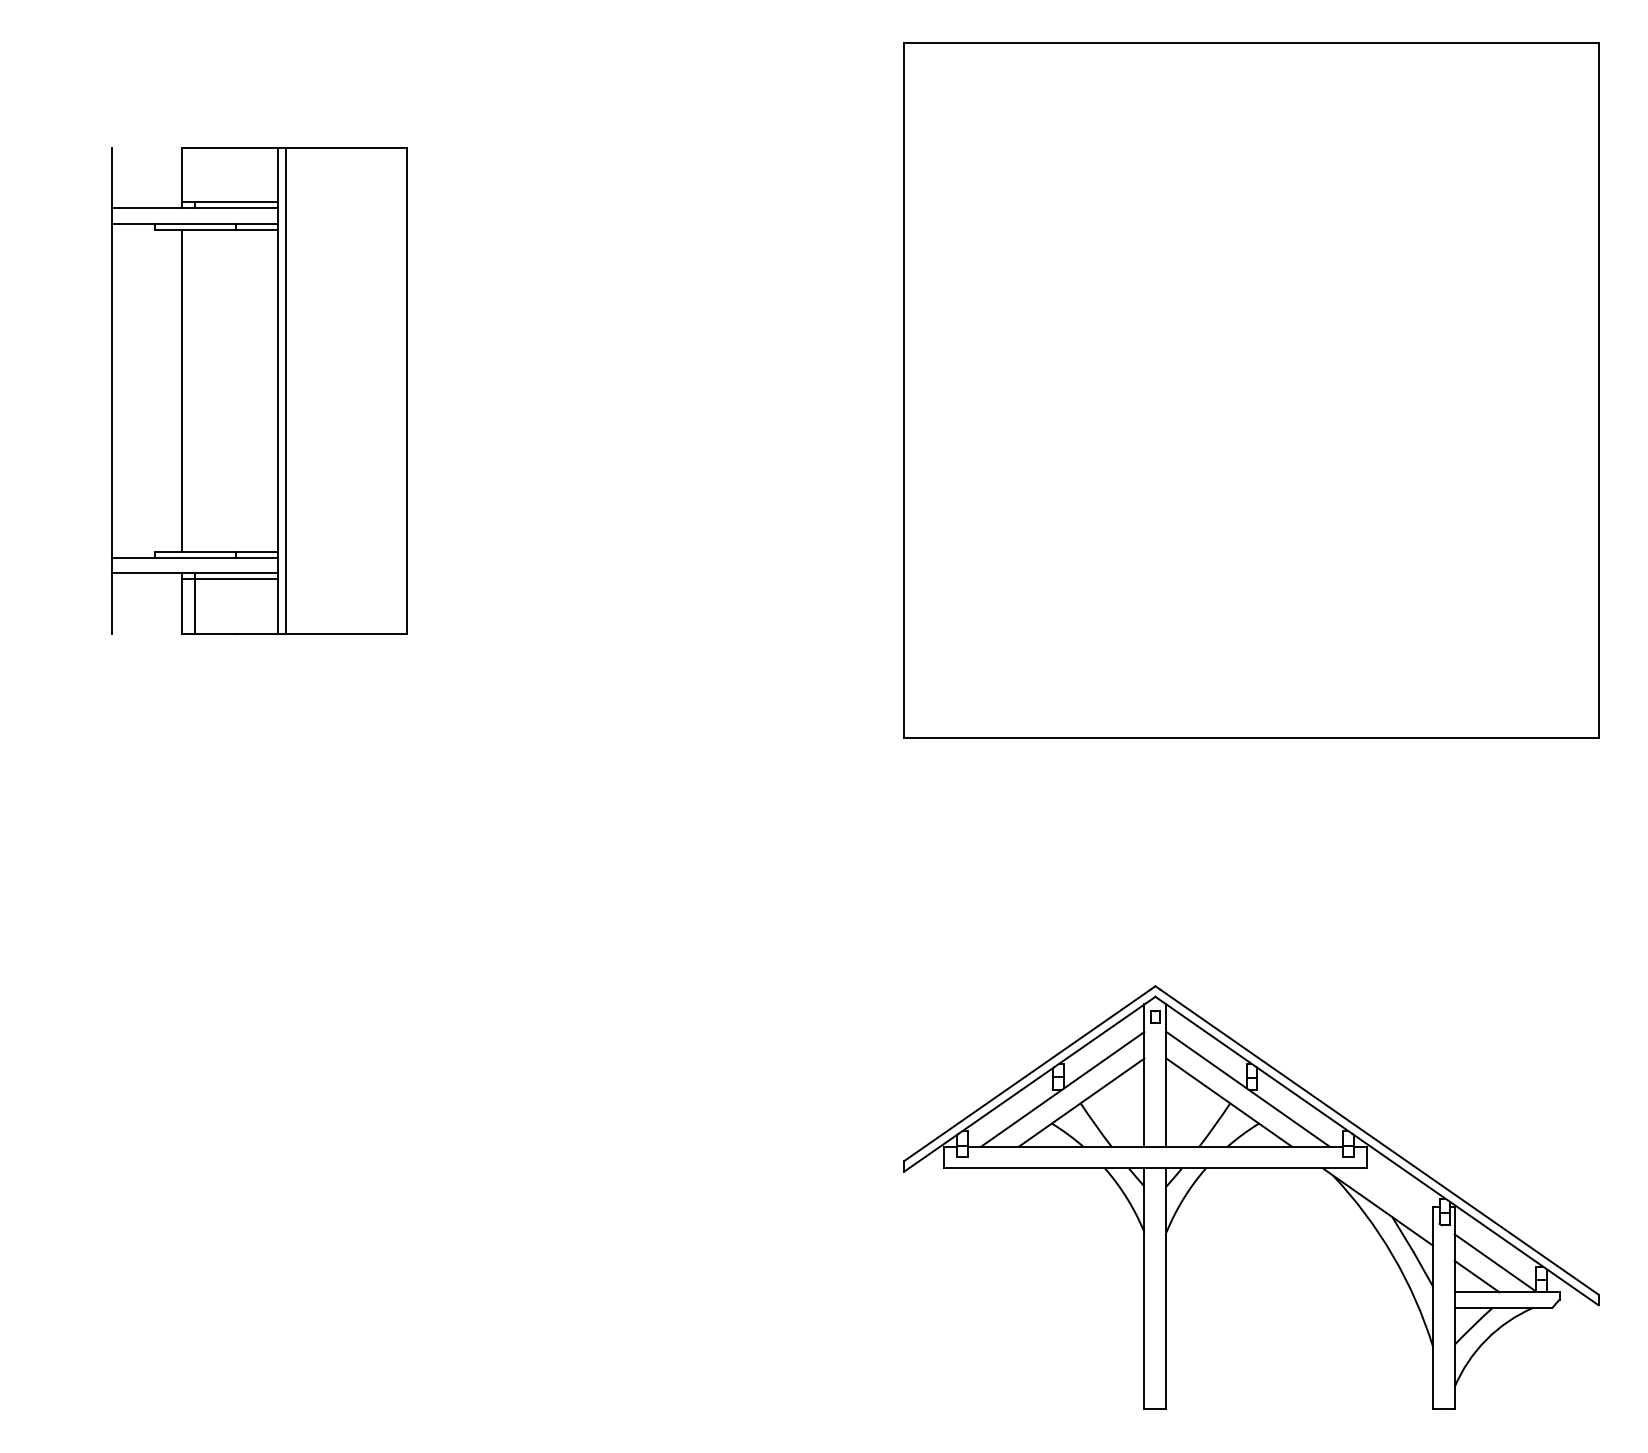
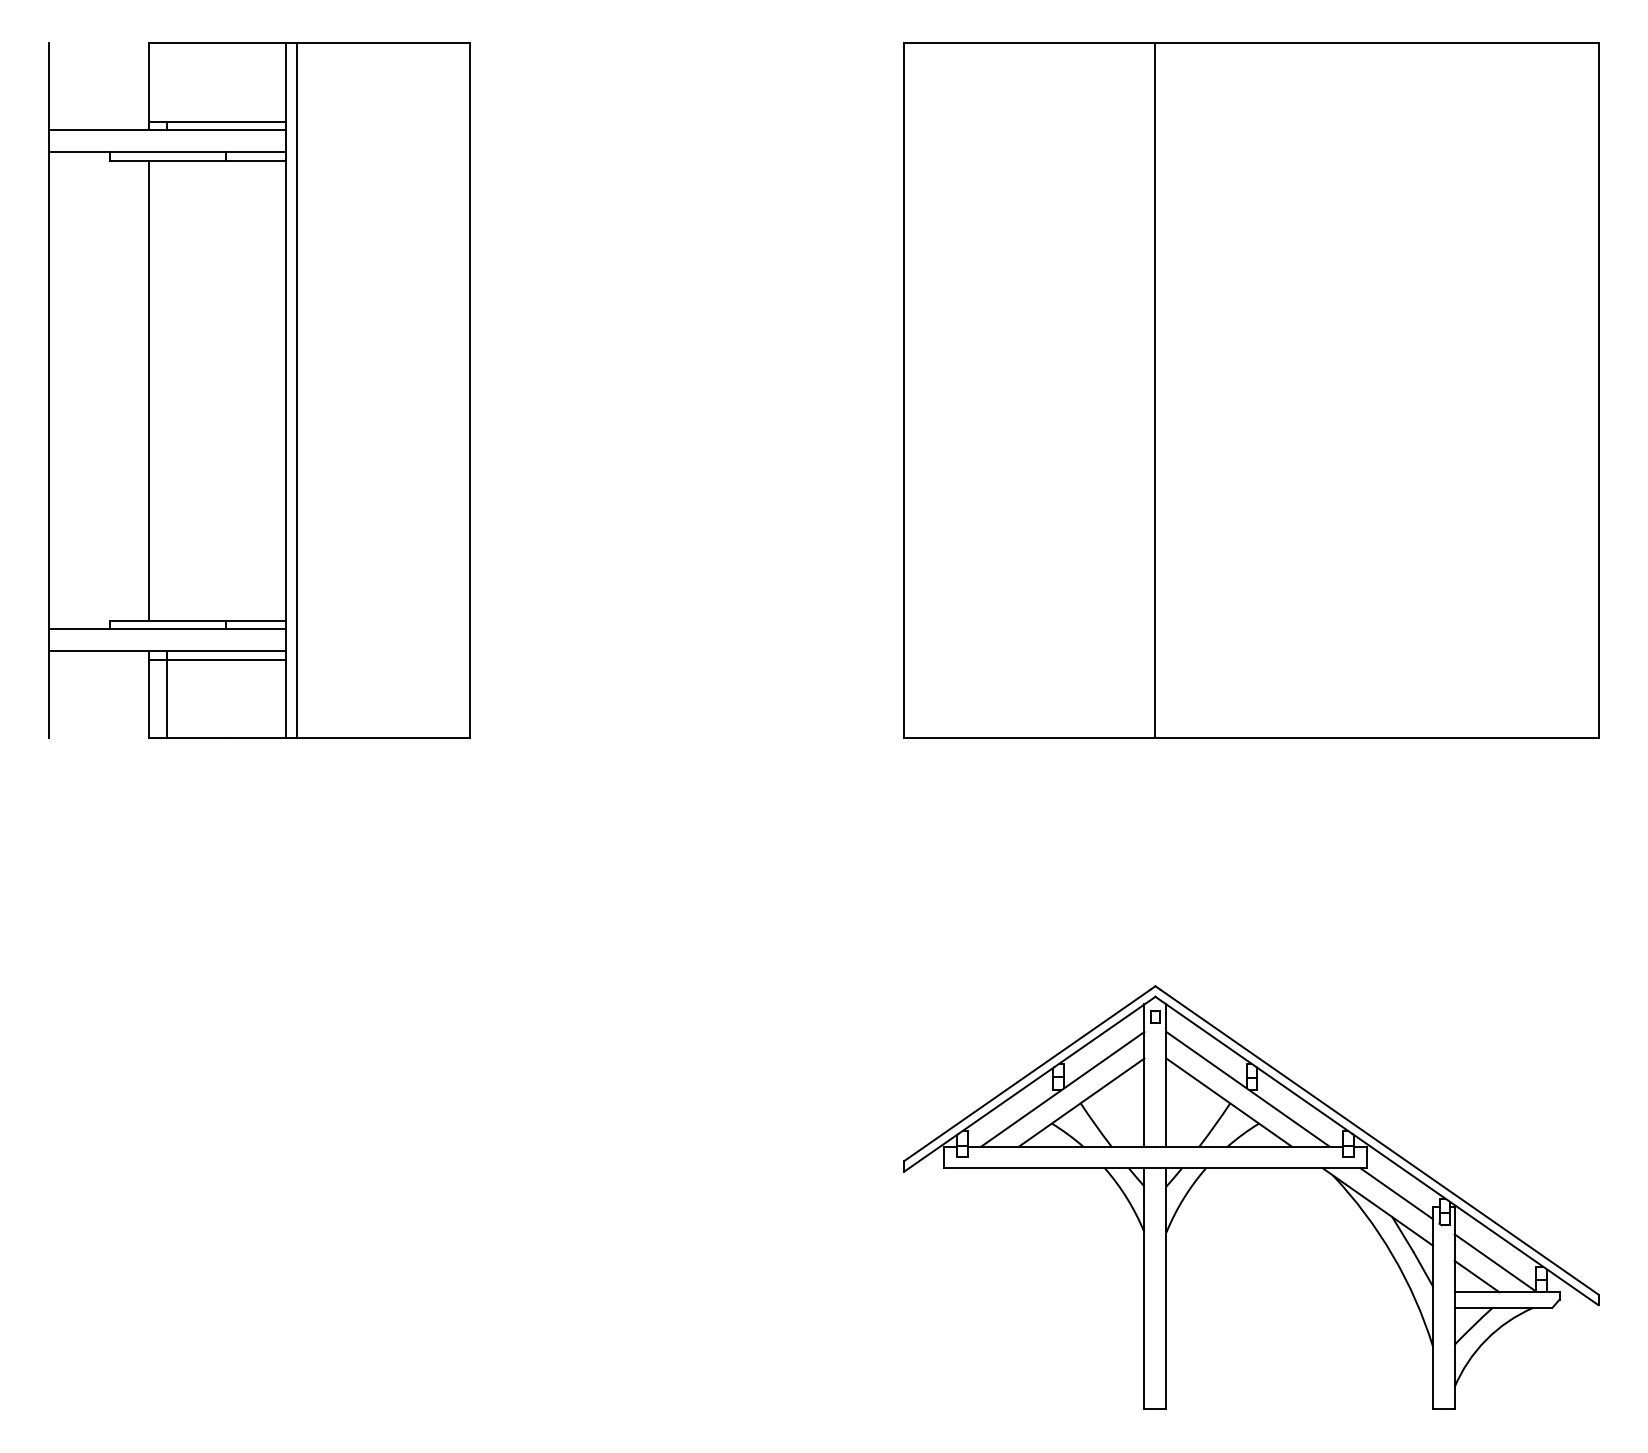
part at (259, 390) size: 297x488 px -> 423x697 px
line at (1155, 390): none -> present
line at (1396, 1193): none -> present
